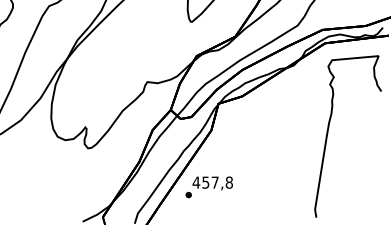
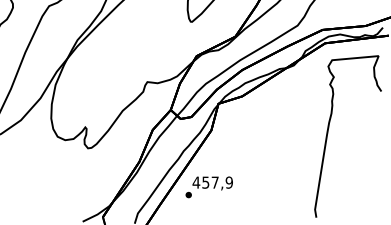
text at (228, 182): 457,8 -> 457,9
